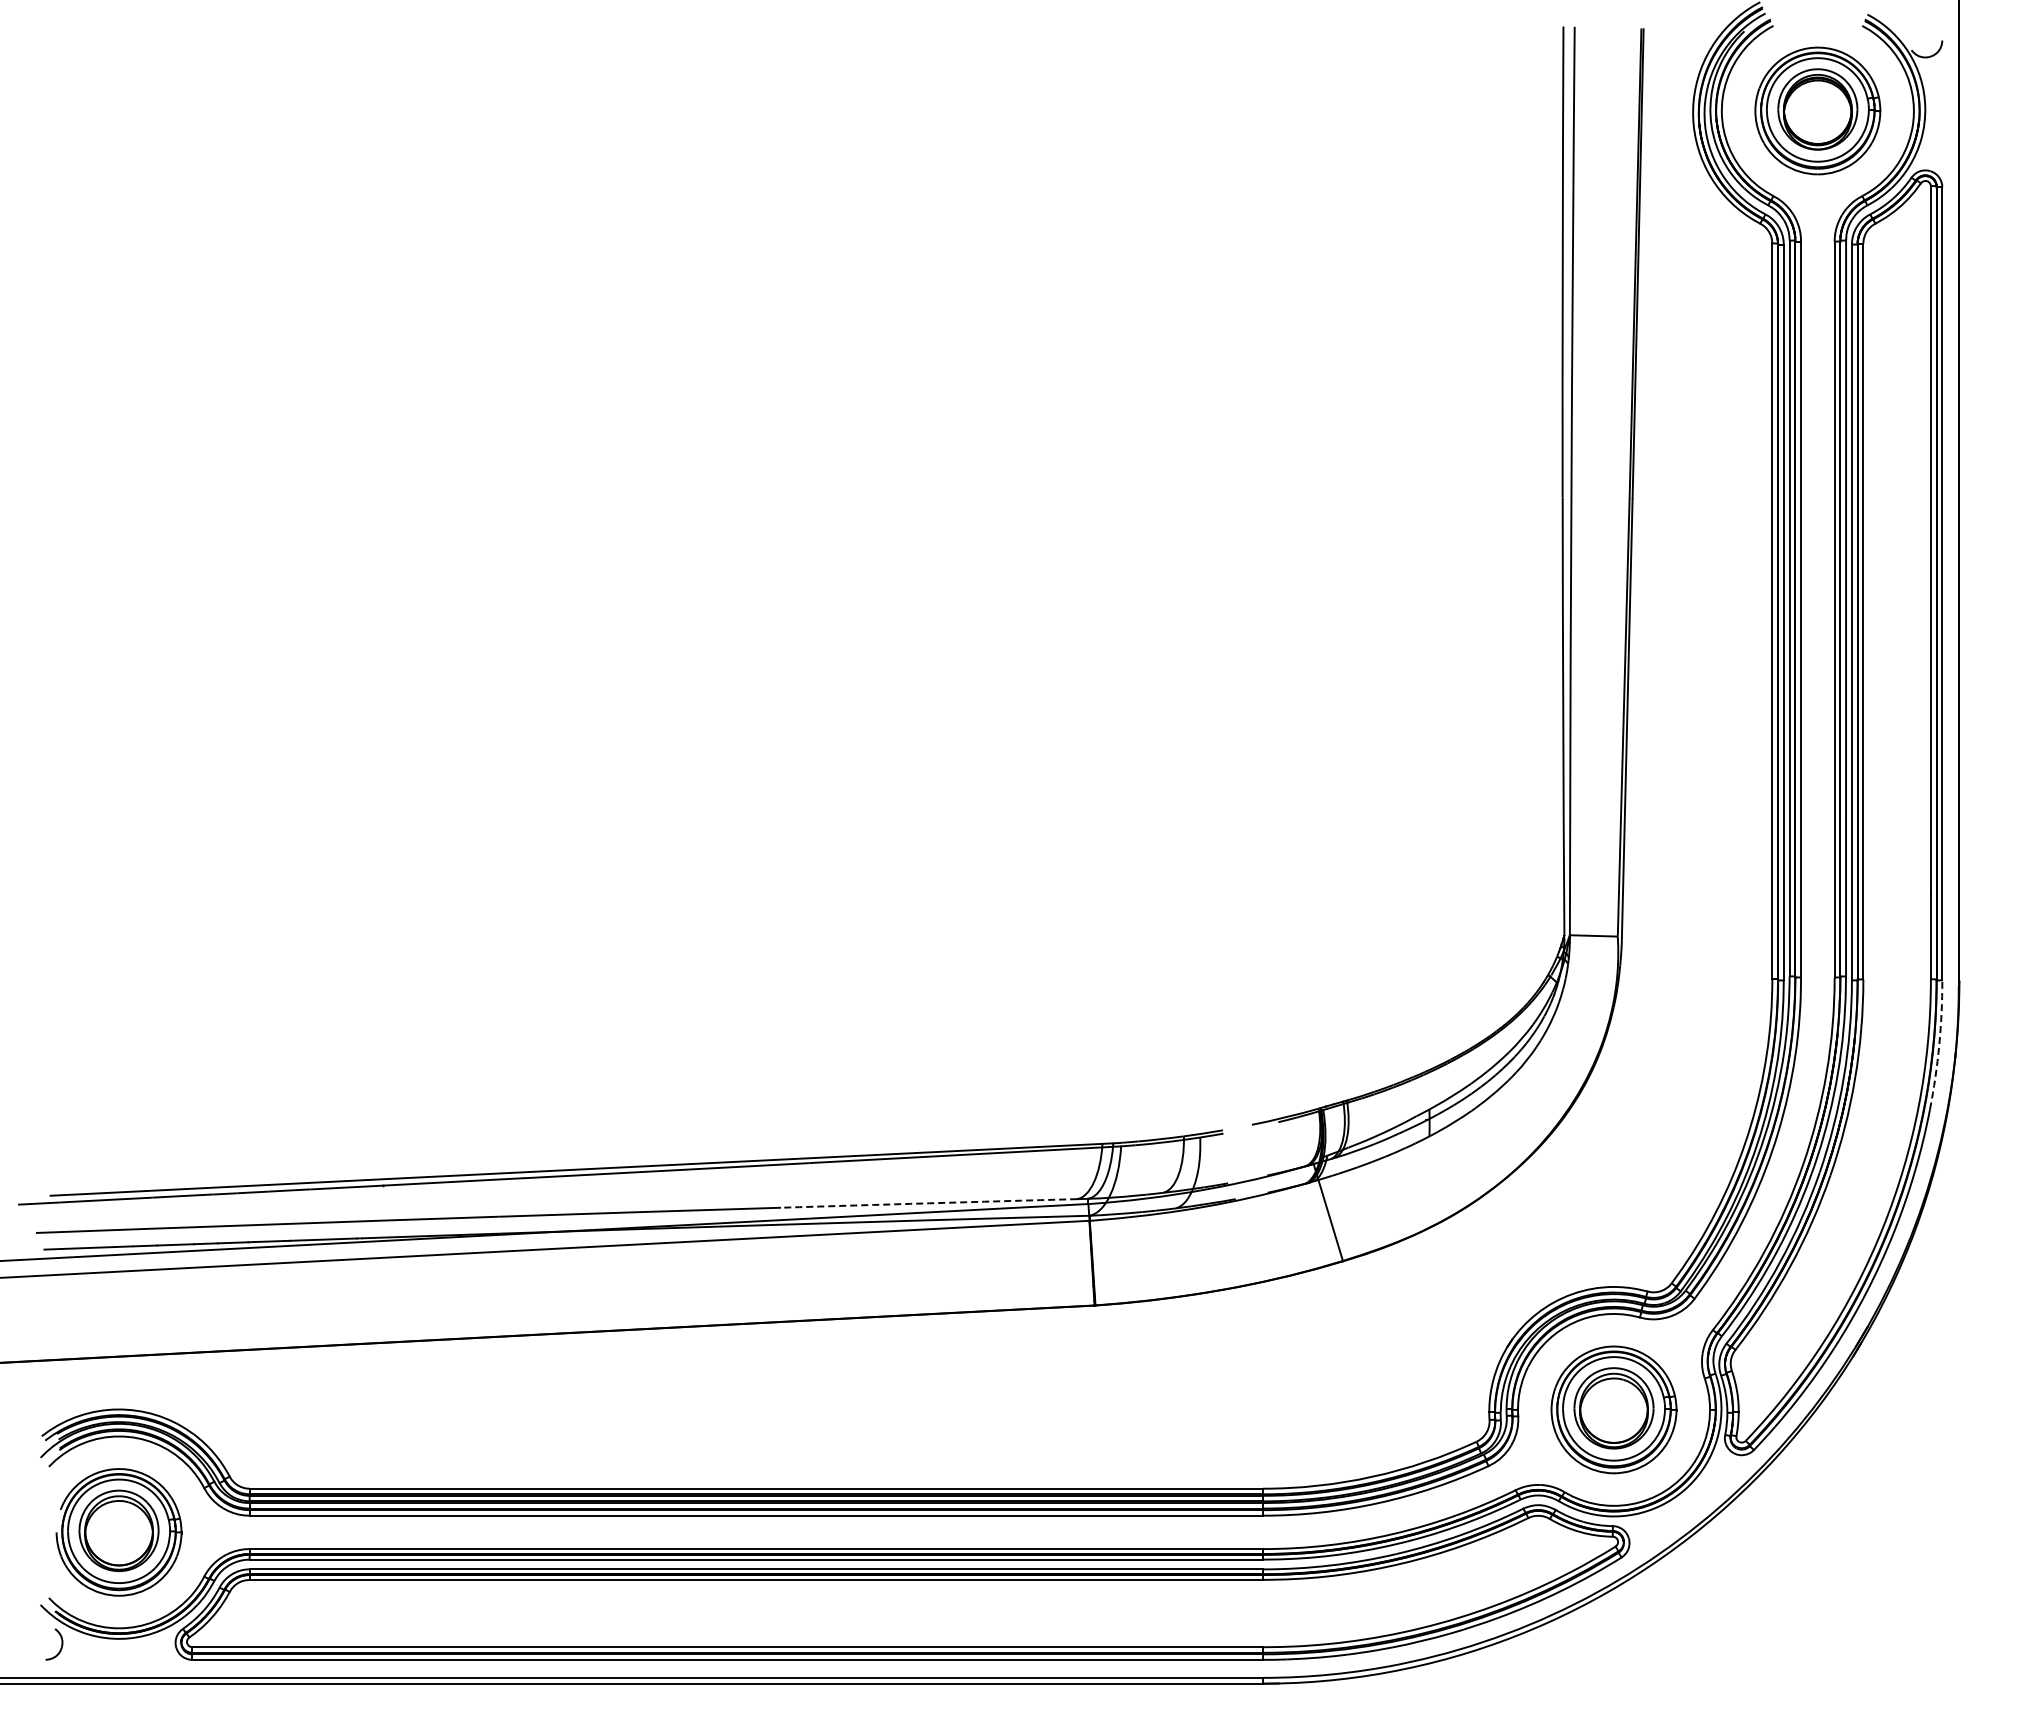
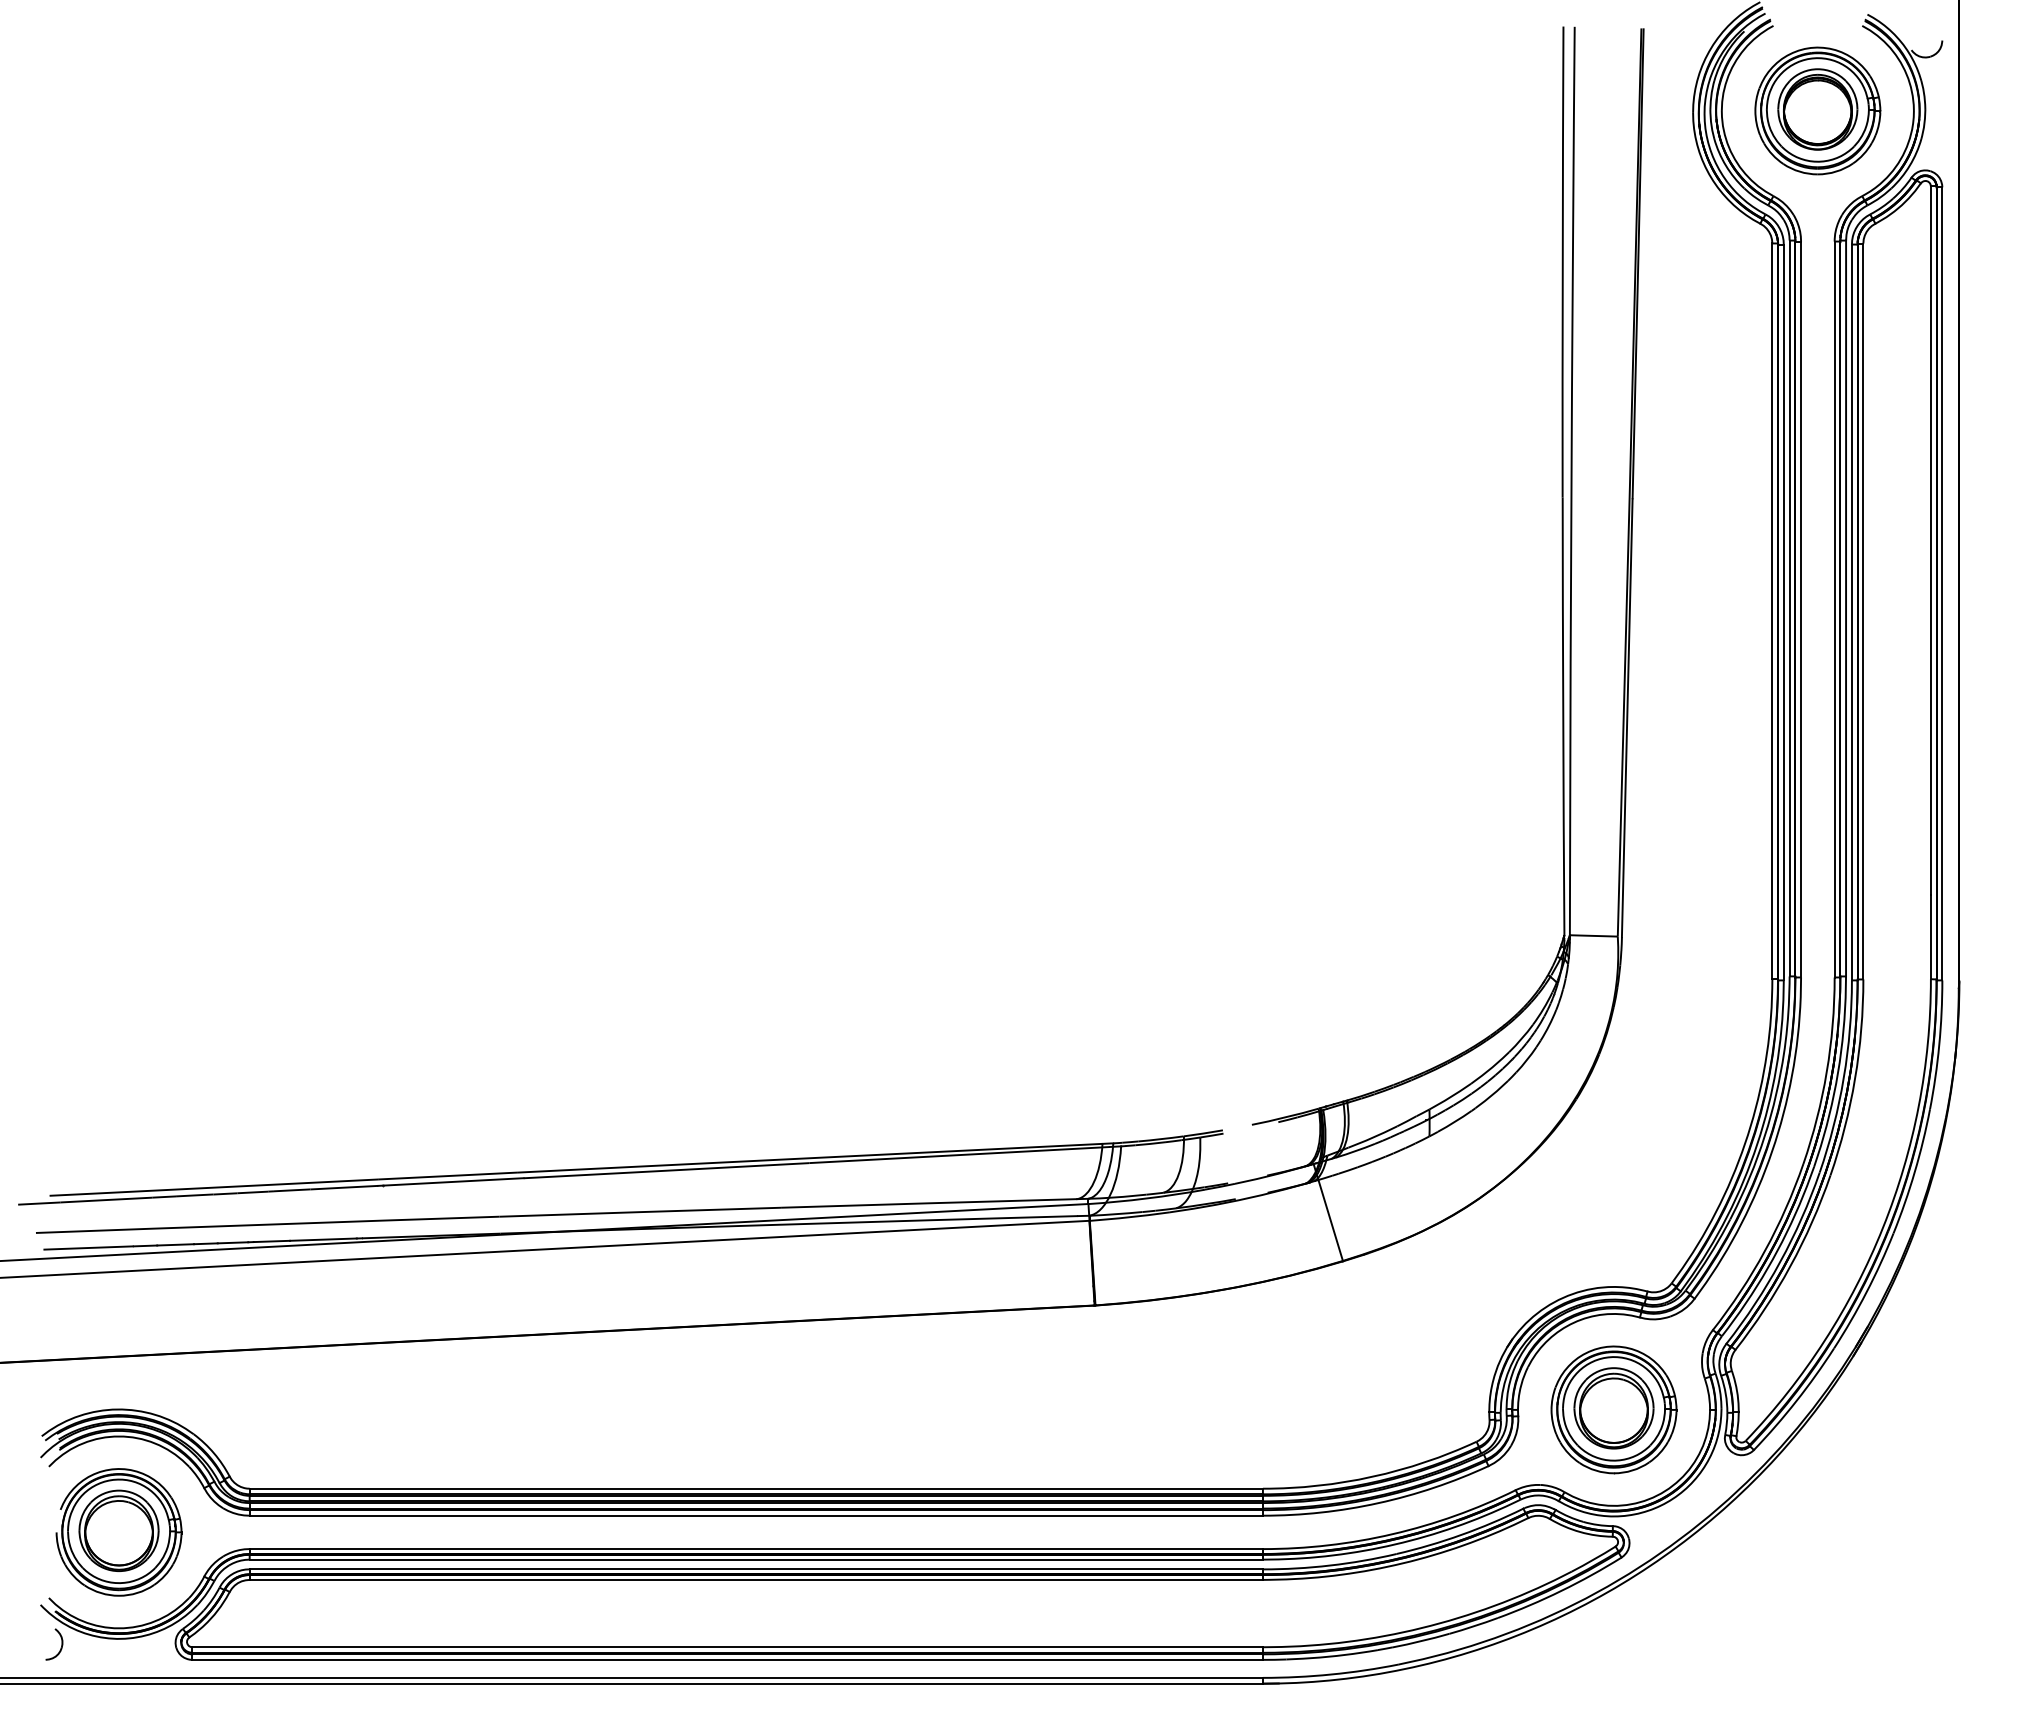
arc at (1939, 1045): dashed -> solid
arc at (929, 1203): dashed -> solid
